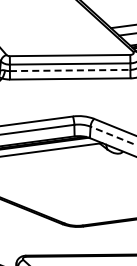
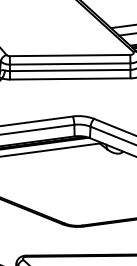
line at (70, 70): dashed -> solid
line at (113, 136): dashed -> solid
